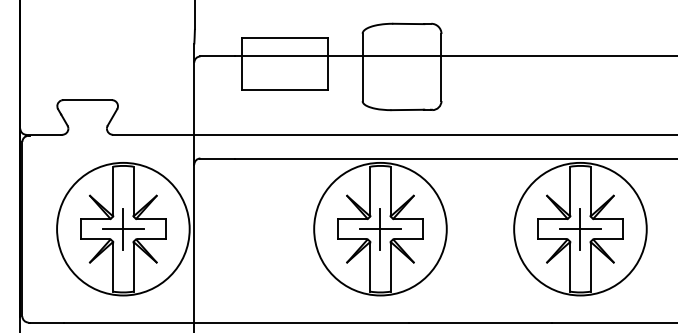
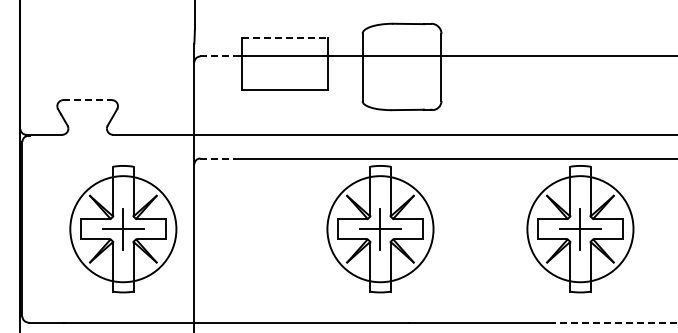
line at (284, 37): solid -> dashed
line at (218, 56): solid -> dashed
line at (88, 100): solid -> dashed
line at (218, 158): solid -> dashed
circle at (123, 228) diameter: 133 px -> 106 px
circle at (380, 228) diameter: 133 px -> 106 px
circle at (580, 228) diameter: 133 px -> 106 px
line at (614, 322): solid -> dashed
